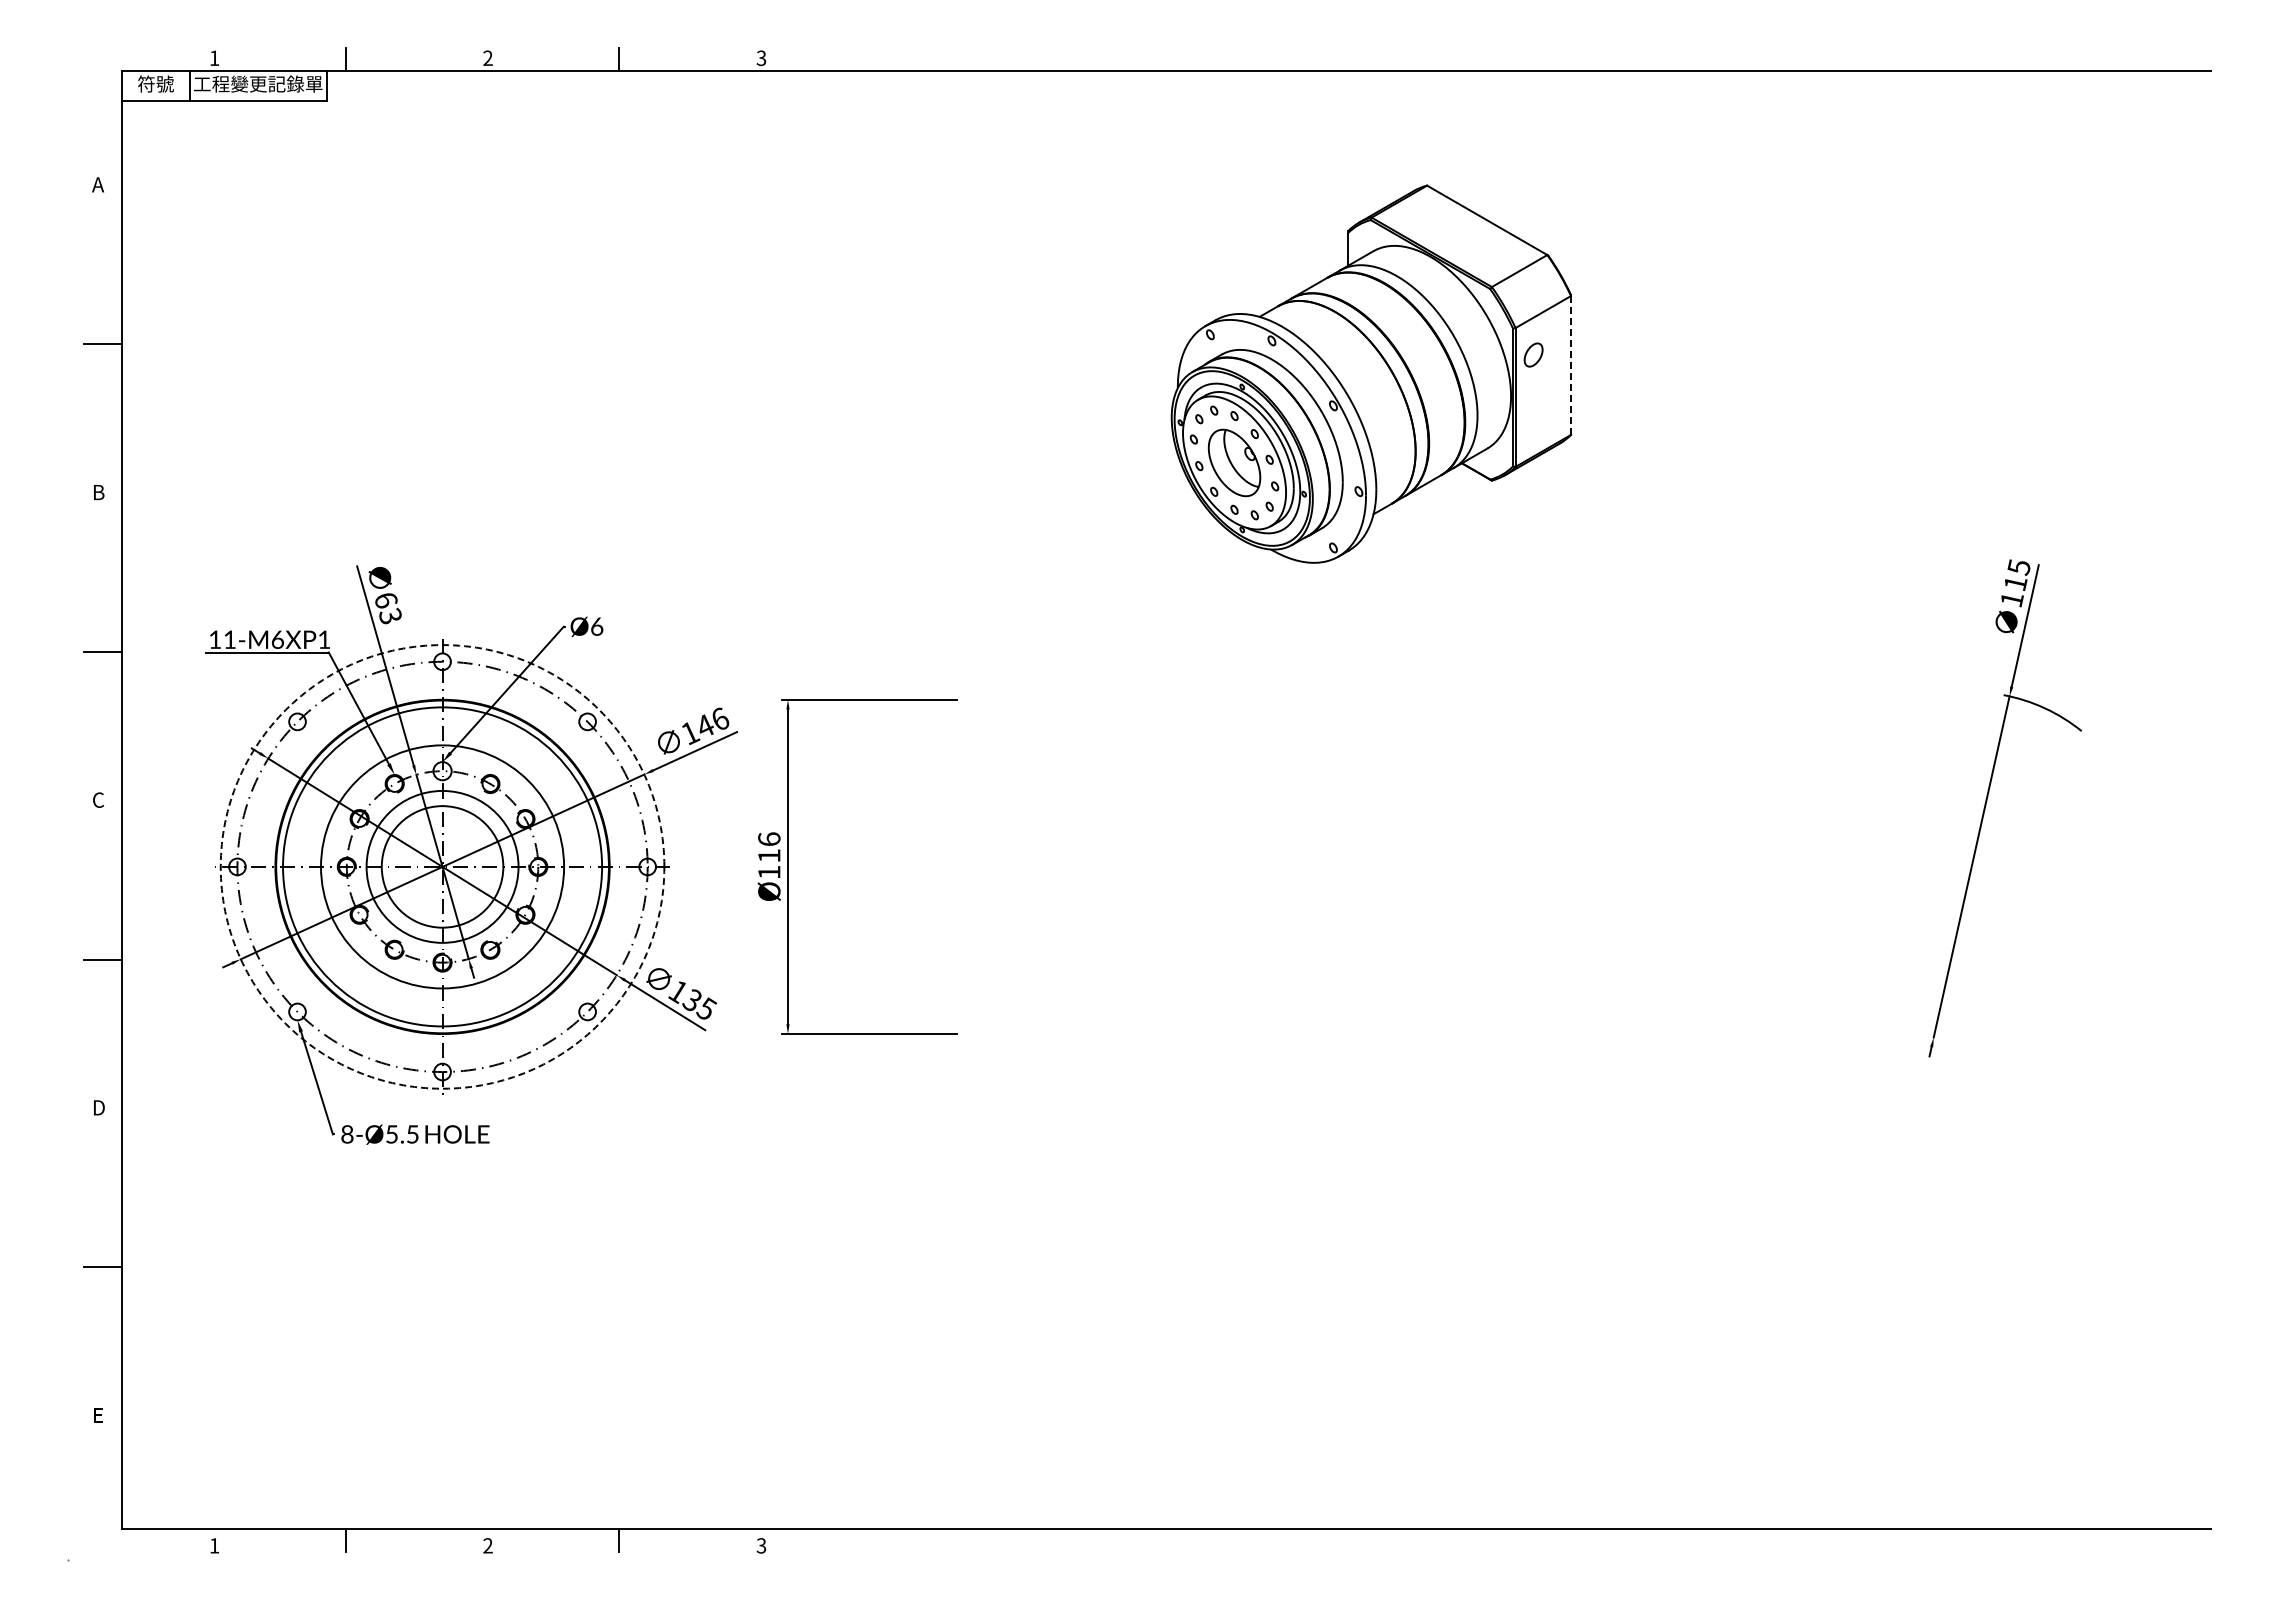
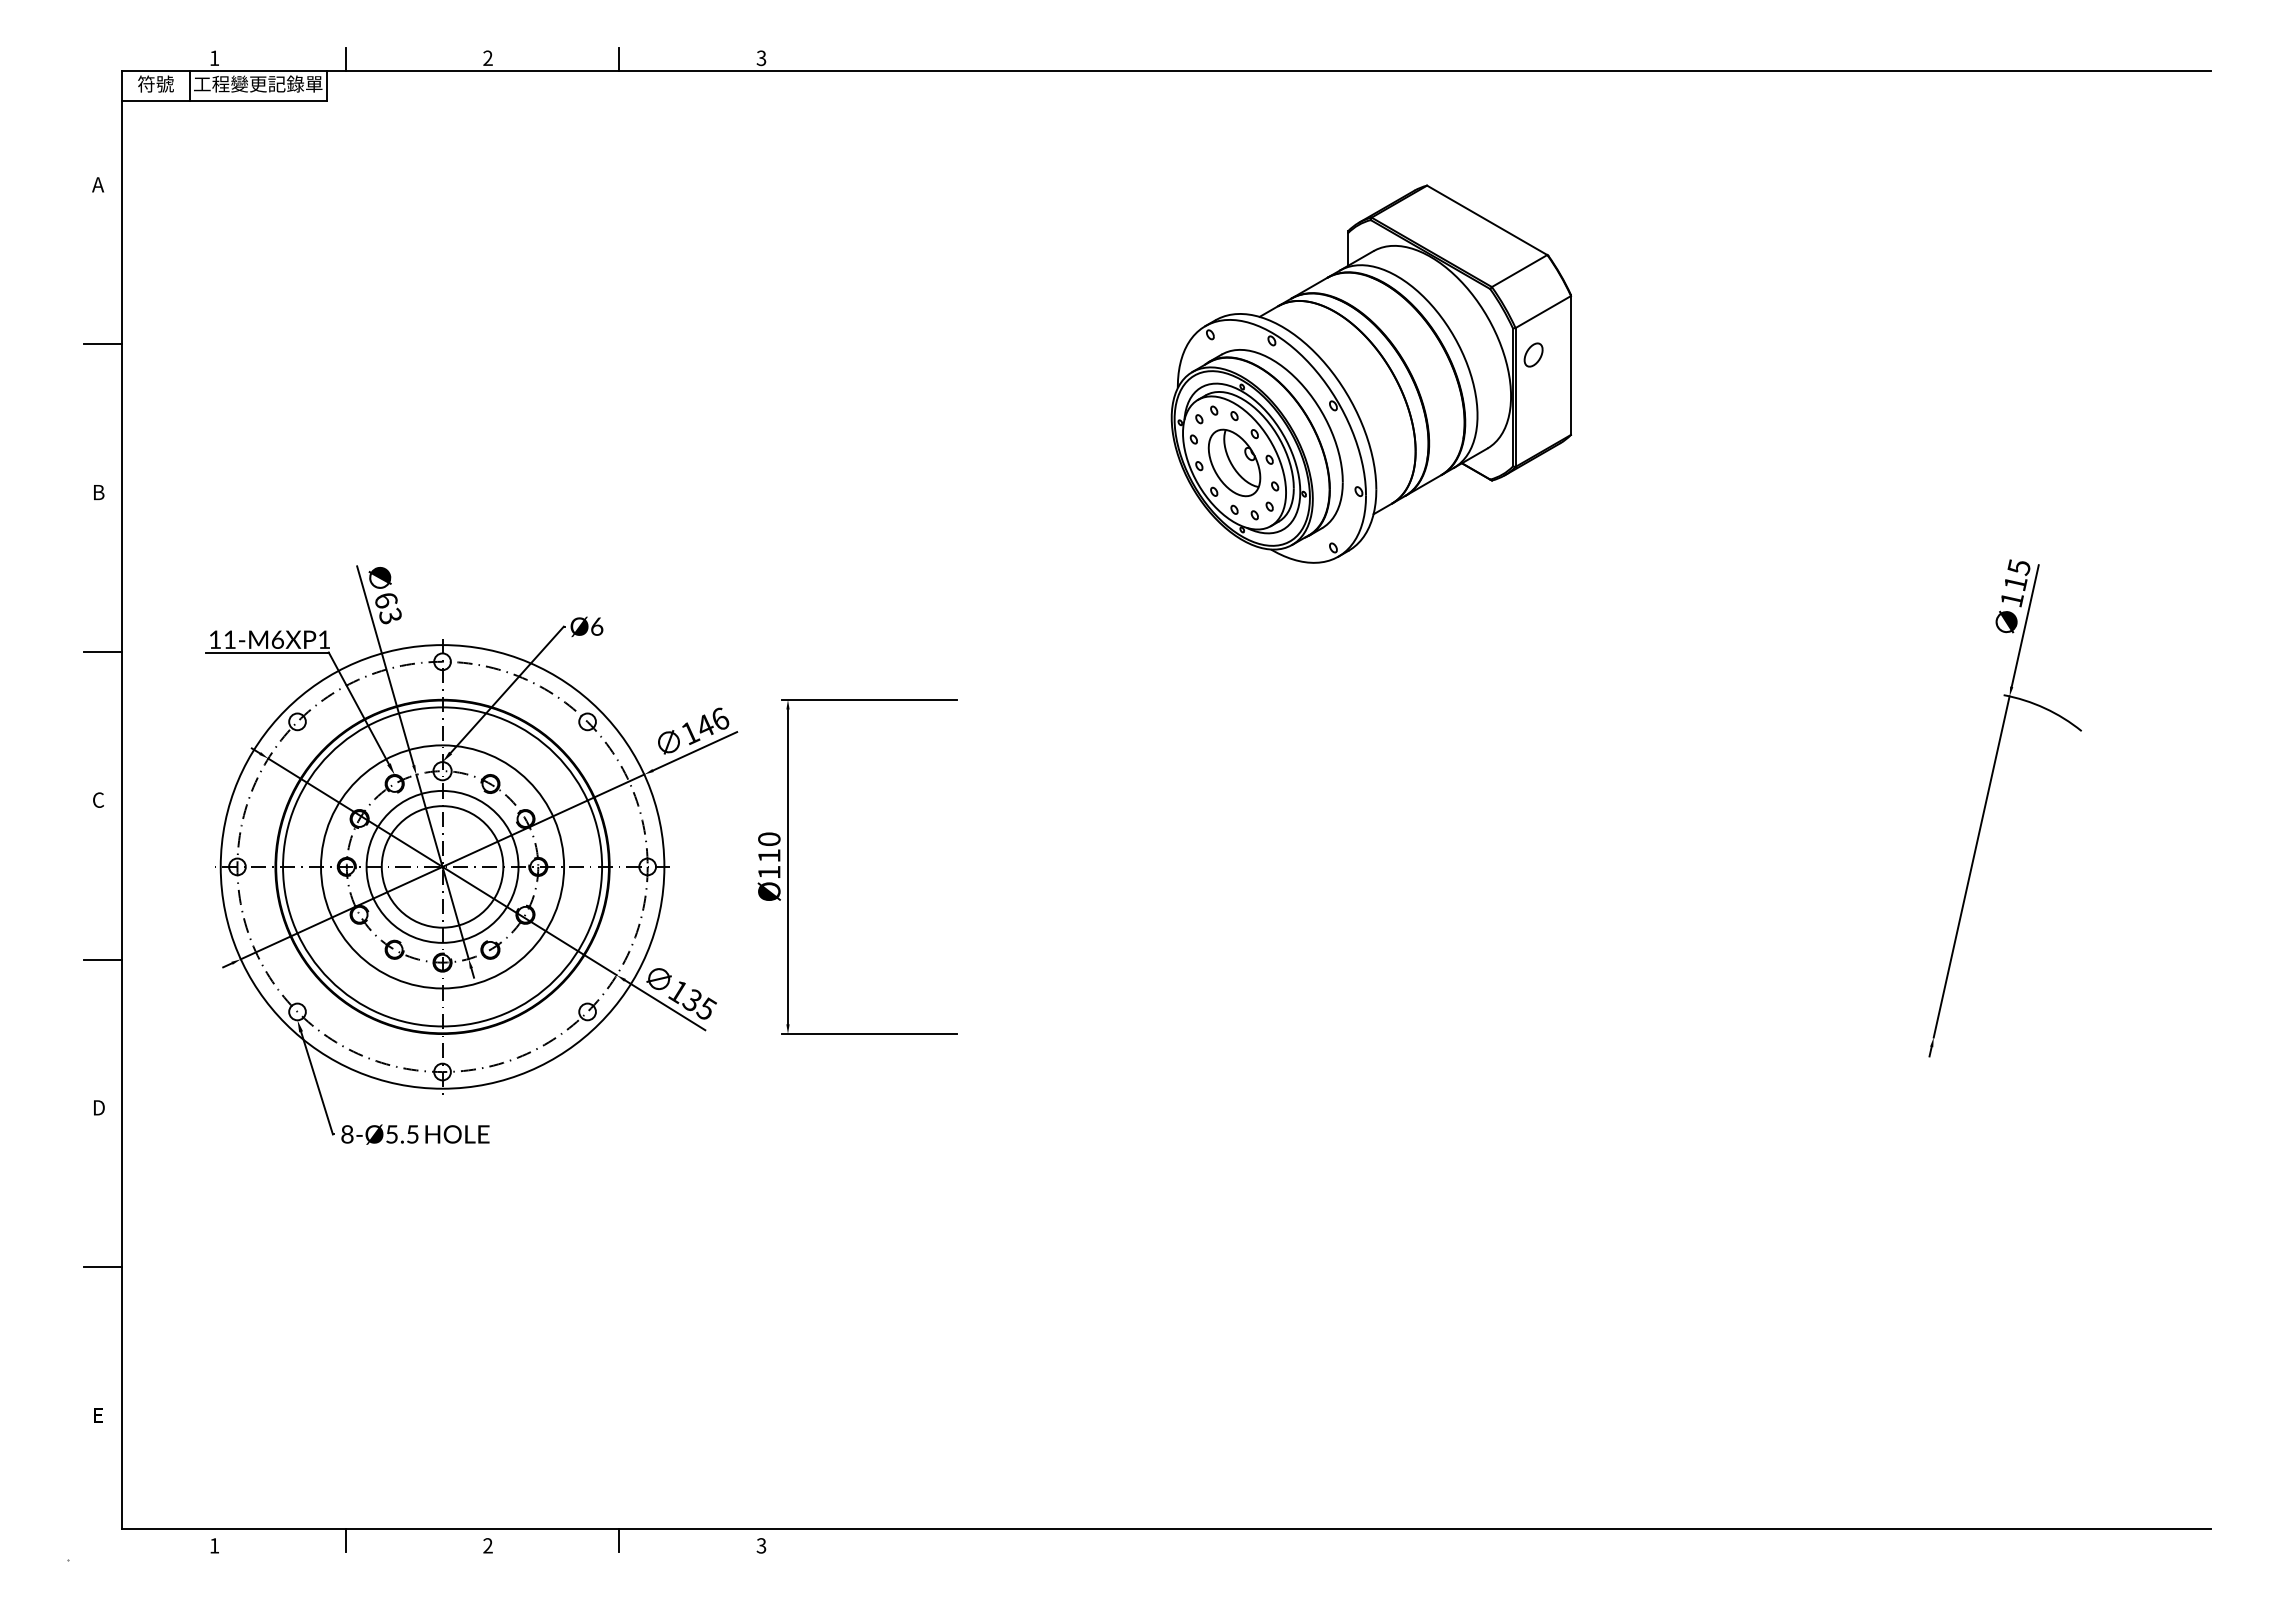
line at (1571, 364): dashed -> solid
text at (769, 838): Ø116 -> Ø110
circle at (442, 866): dashed -> solid
